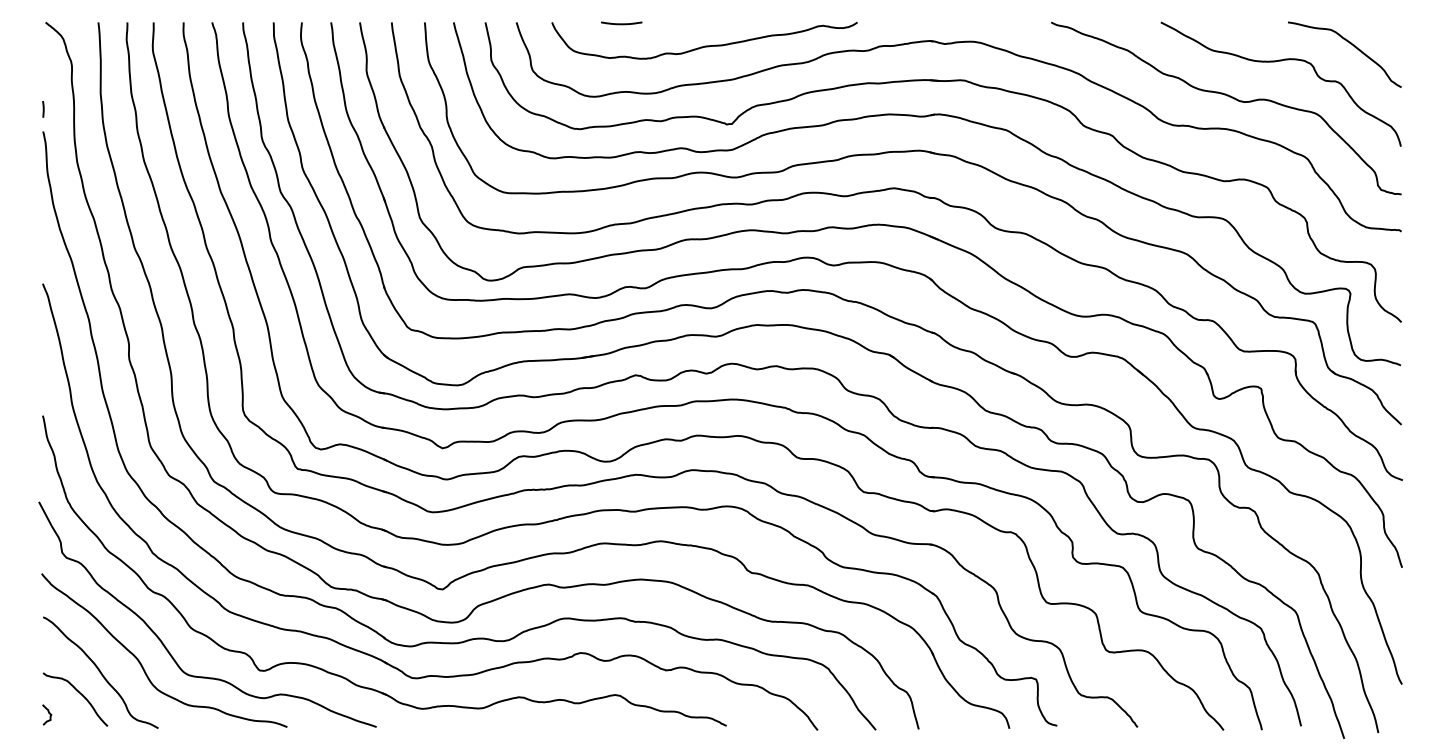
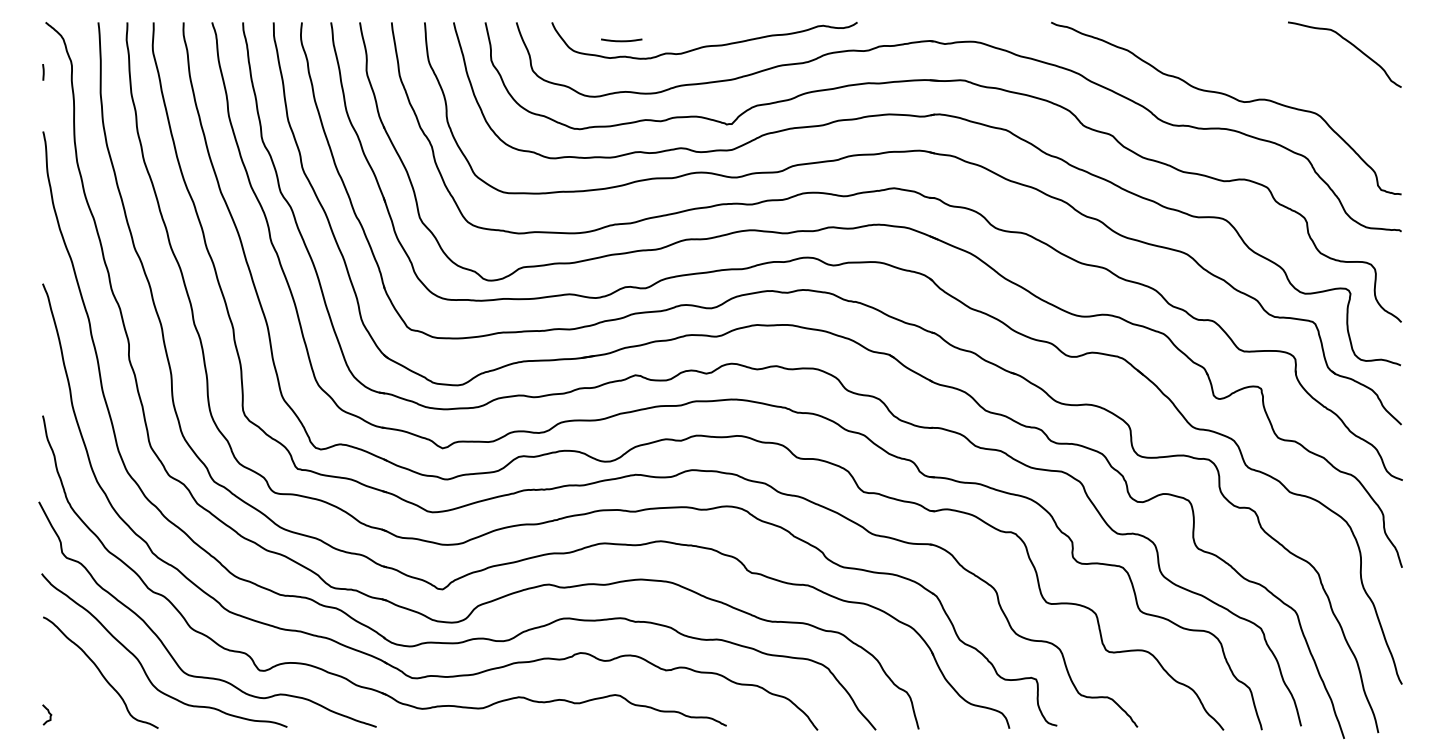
curve at (621, 23) position: (621, 23) -> (621, 40)
curve at (1275, 62): present -> none
line at (43, 109) position: (43, 109) -> (43, 72)
curve at (80, 694): present -> none
